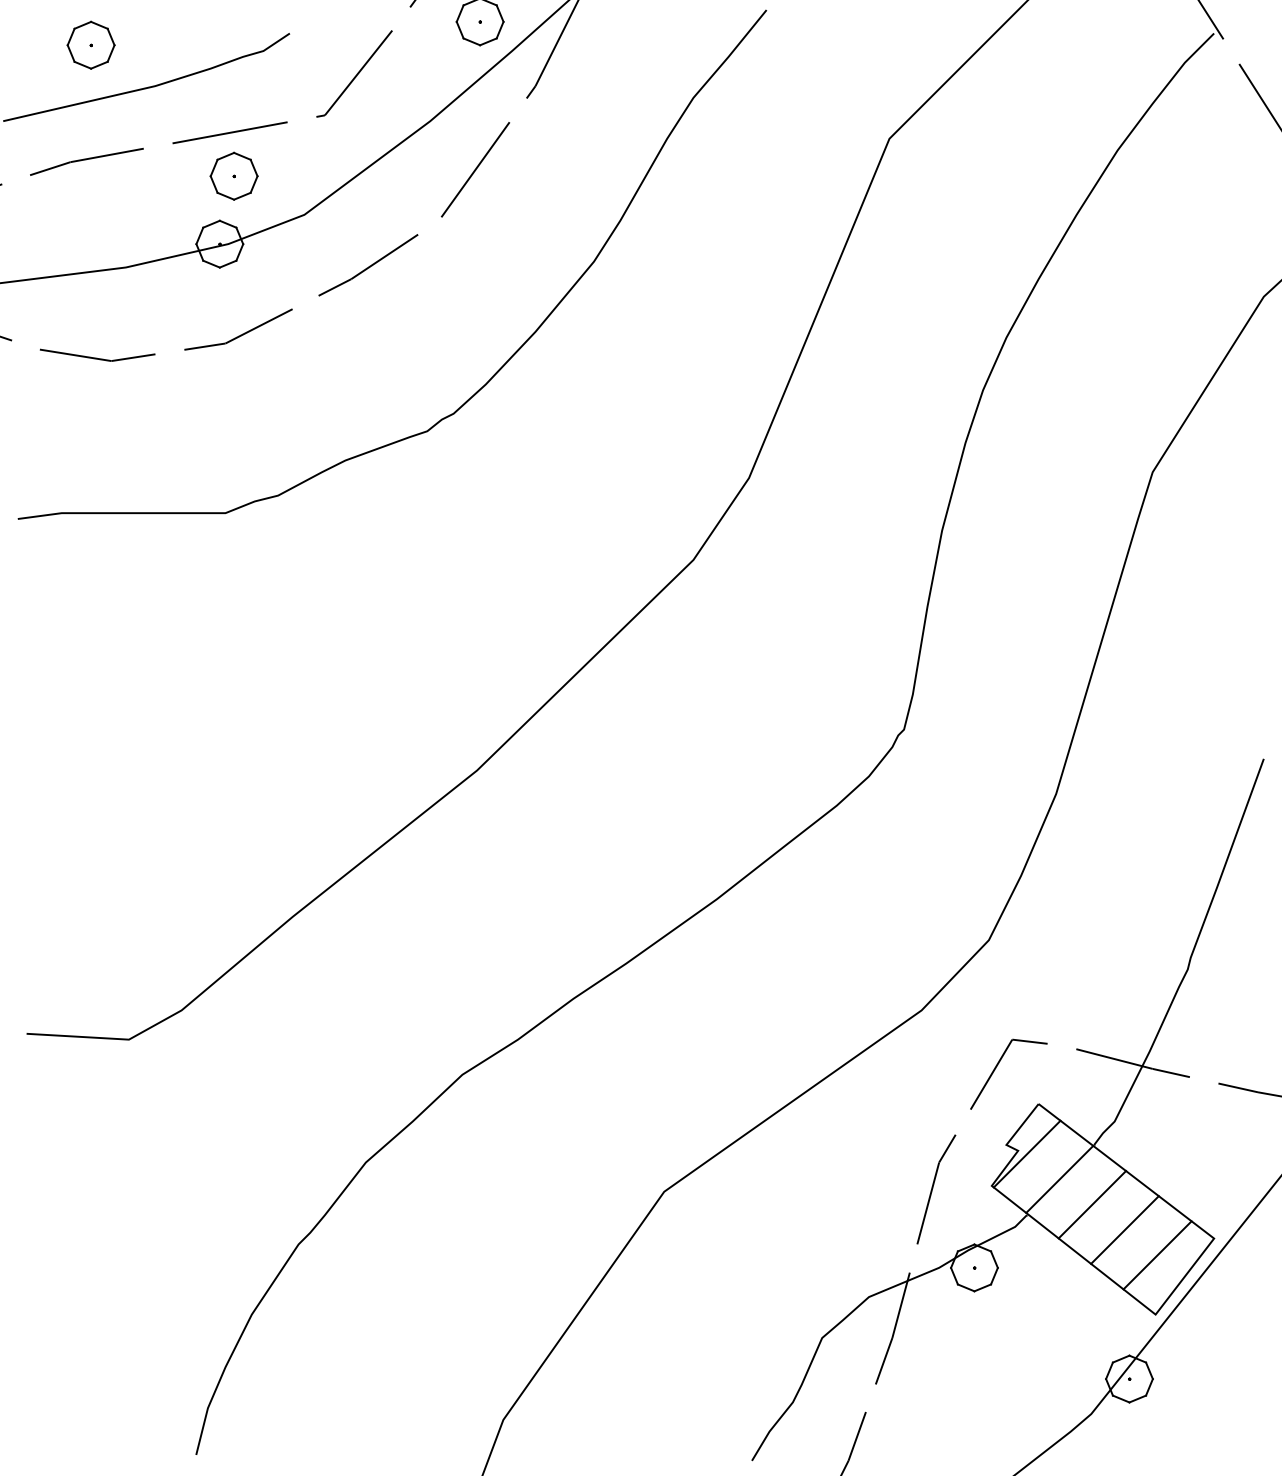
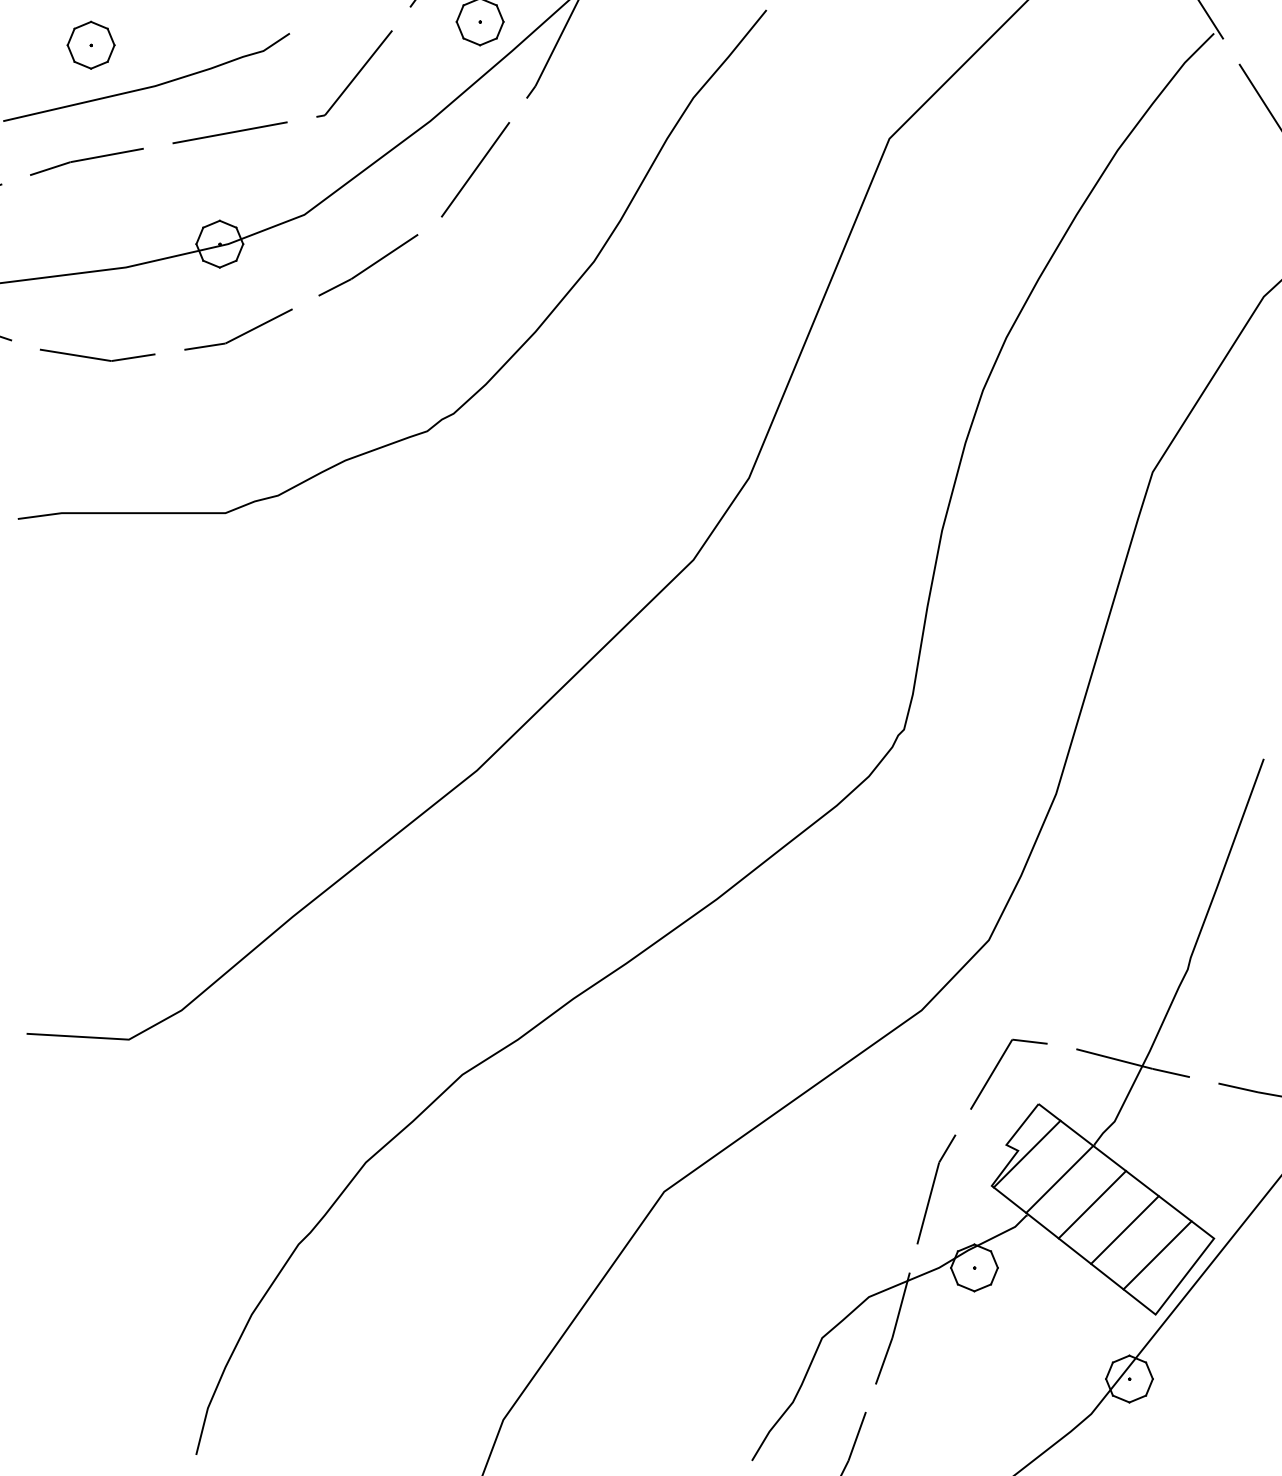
part at (233, 175): present -> none
